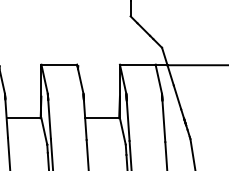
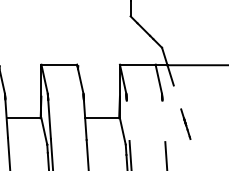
line at (177, 97): present -> none
line at (127, 120): present -> none
line at (163, 121): present -> none
line at (192, 153): present -> none
